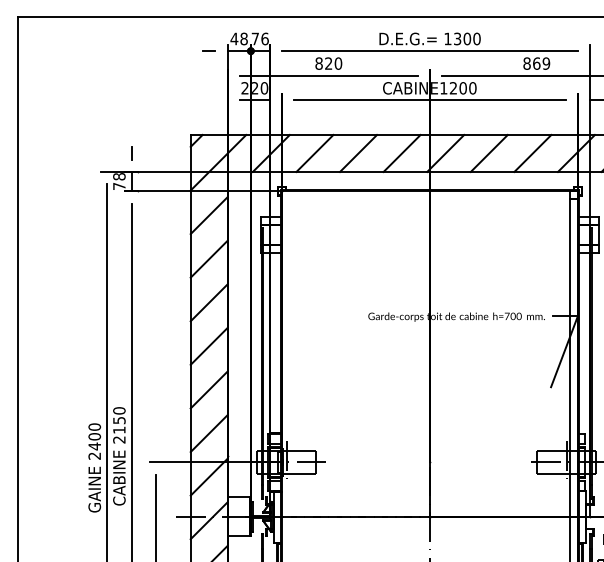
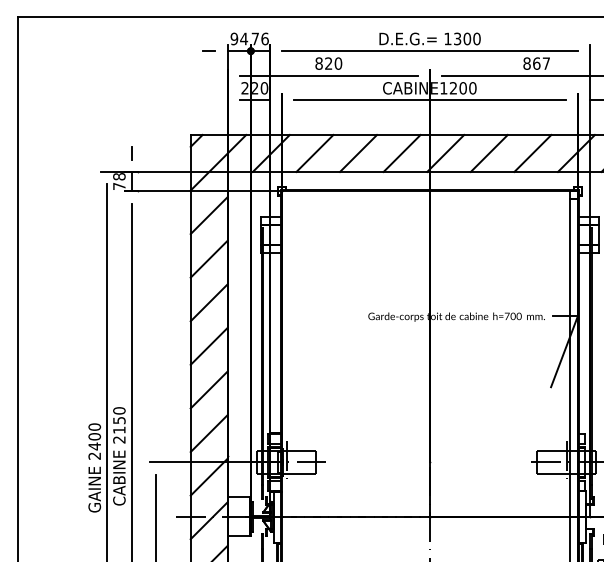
text at (239, 38): 48 -> 94
text at (546, 63): 869 -> 867
